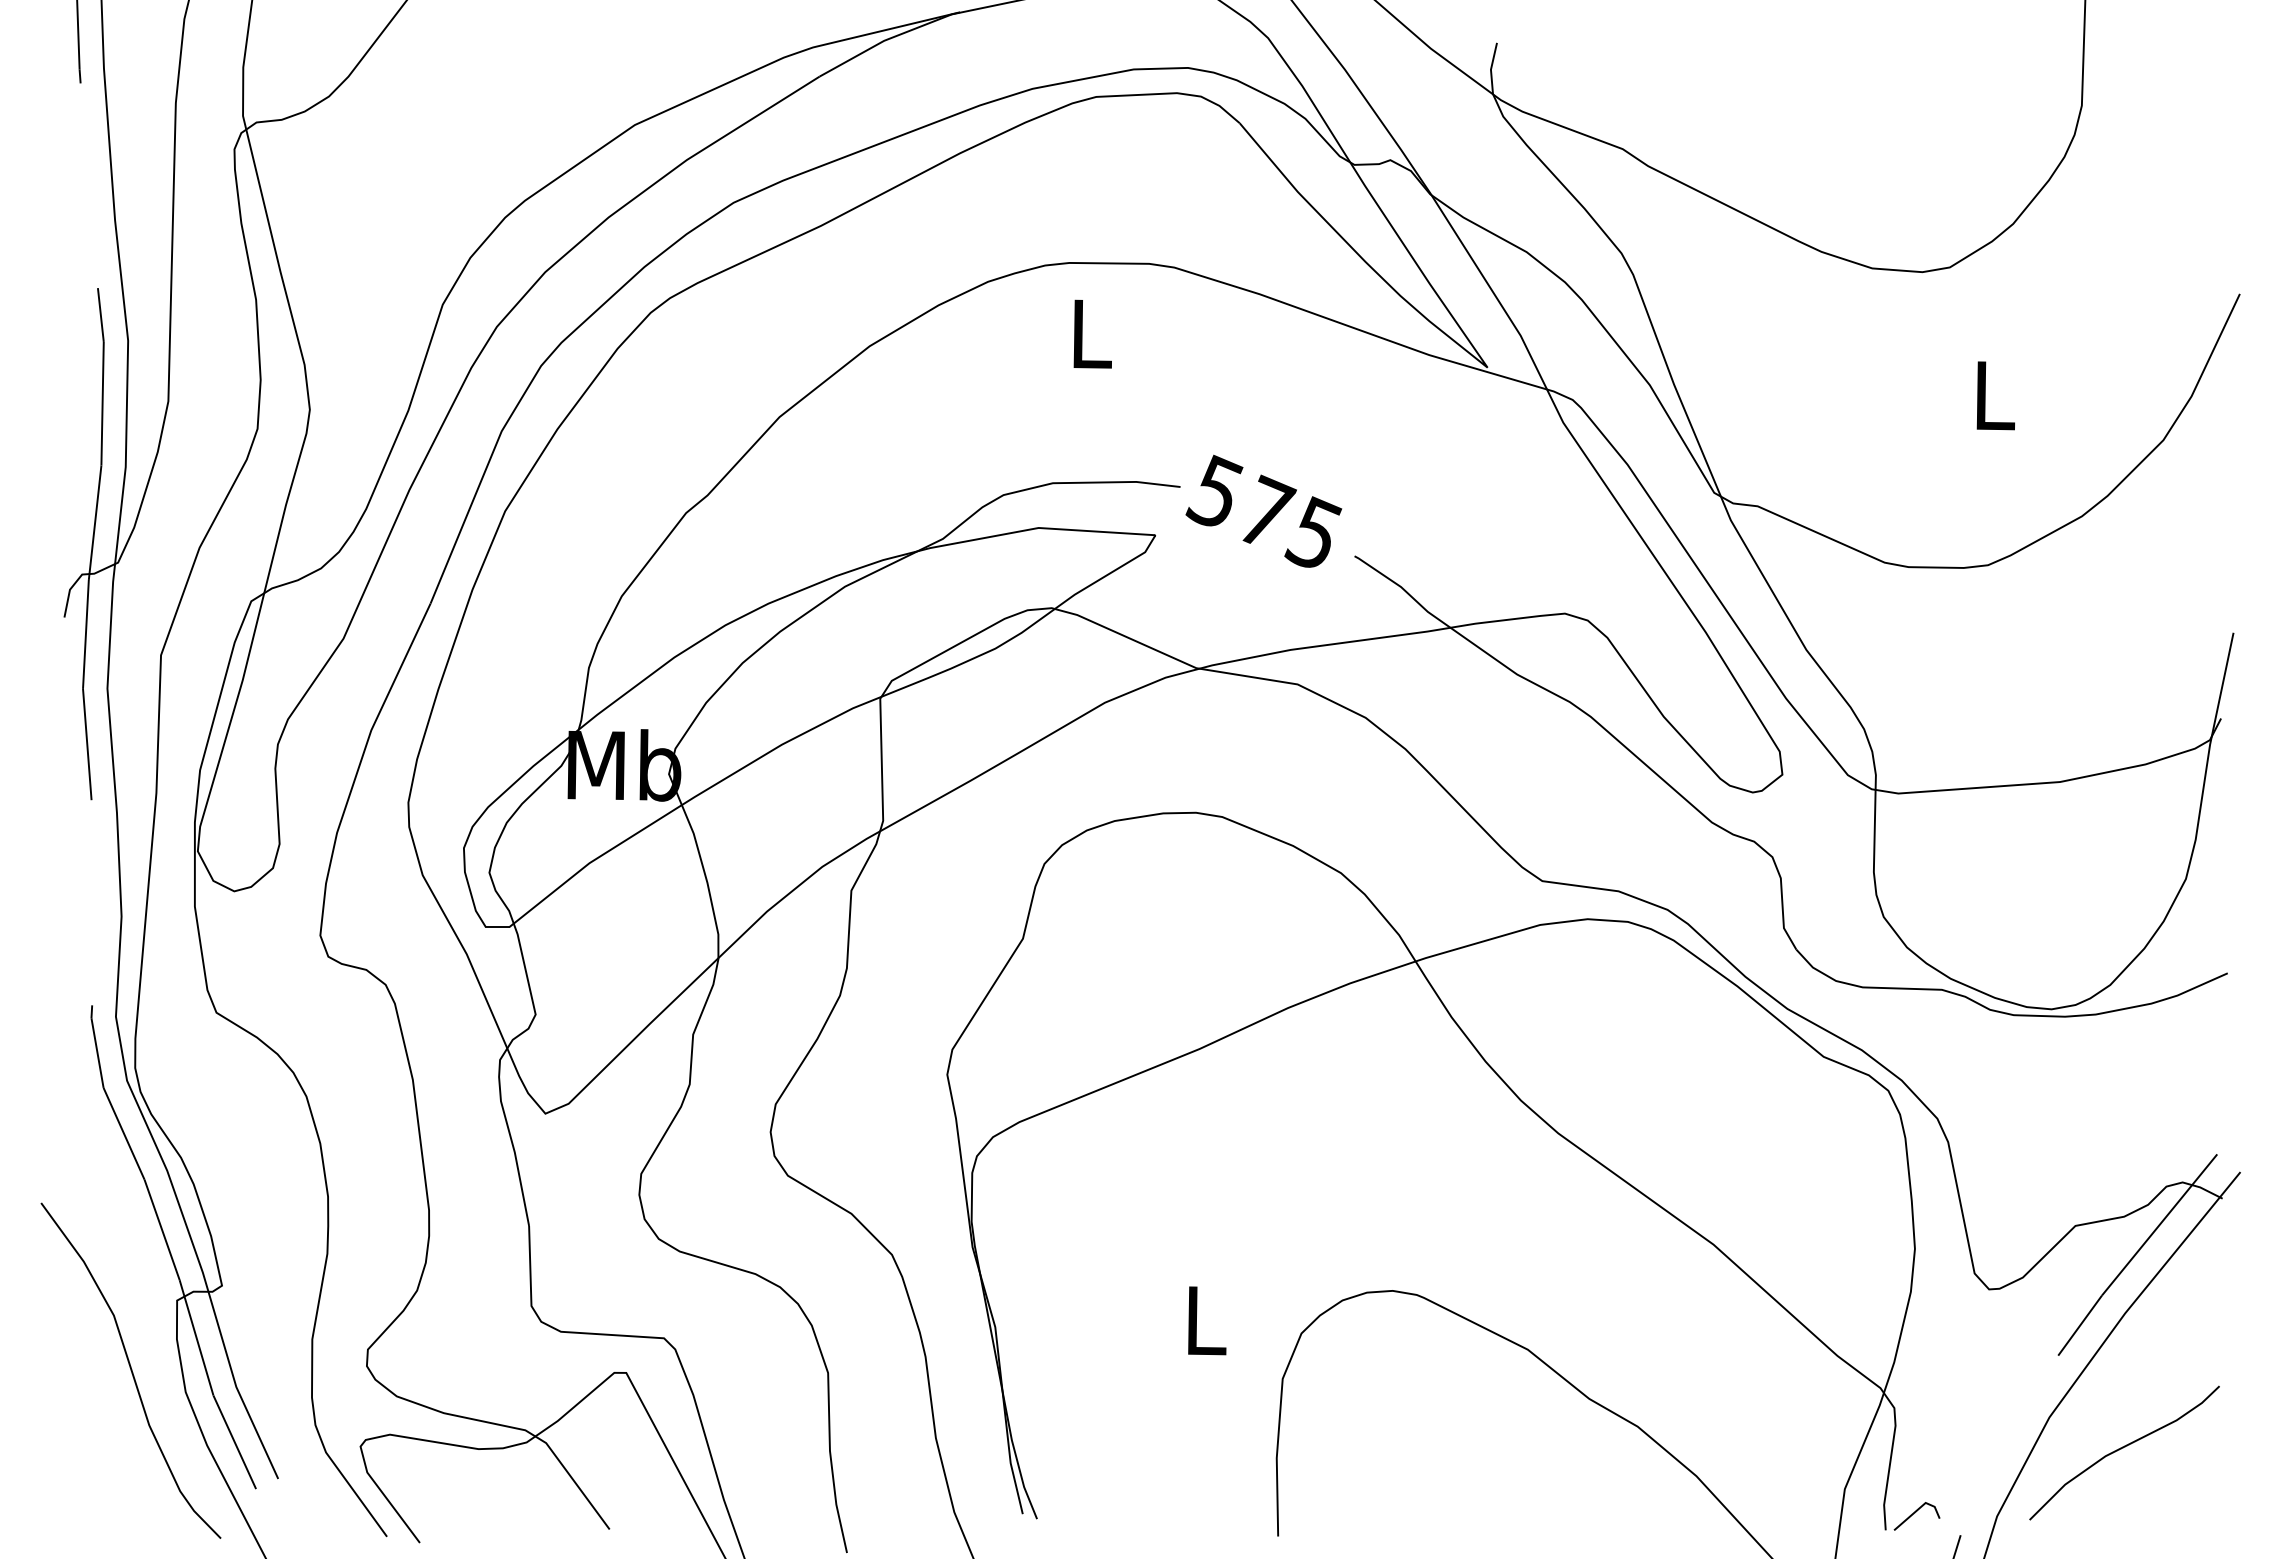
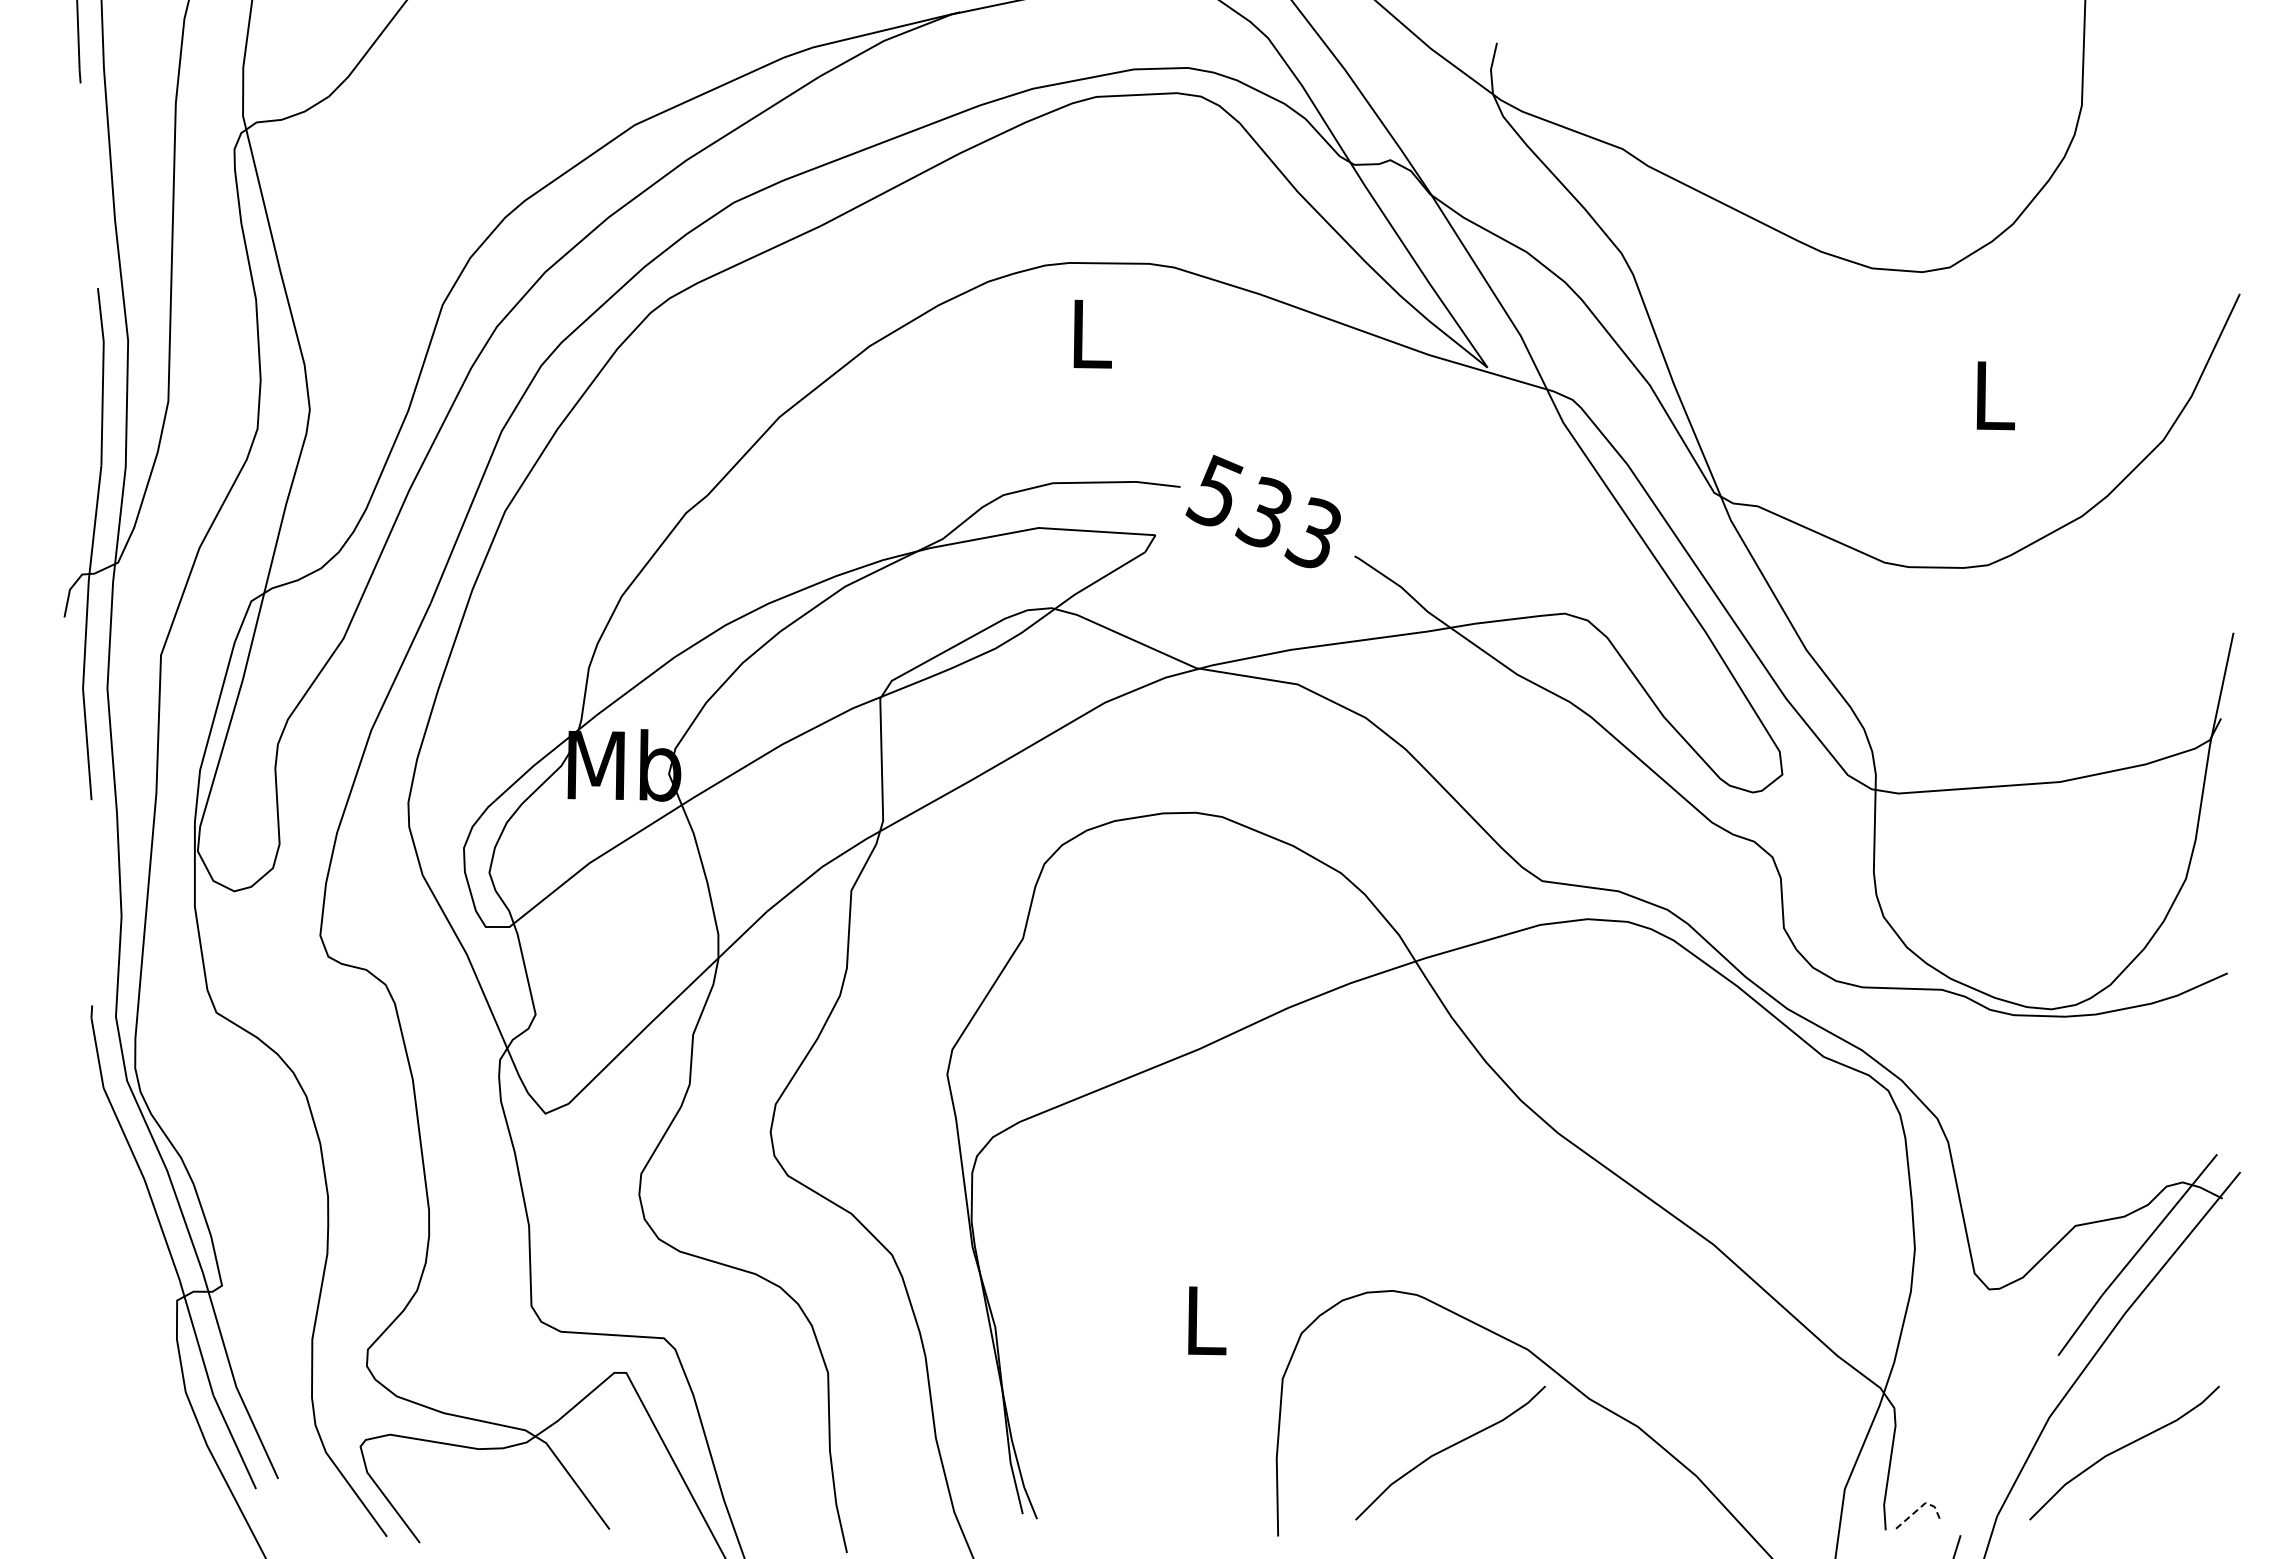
text at (1288, 521): 575 -> 533
curve at (130, 1370): present -> none
curve at (1449, 1448): none -> present
line at (1918, 1508): solid -> dashed
